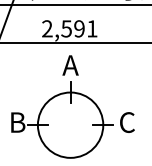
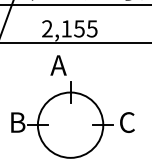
text at (79, 28): 2,591 -> 2,155
text at (70, 65) position: (70, 65) -> (58, 65)
